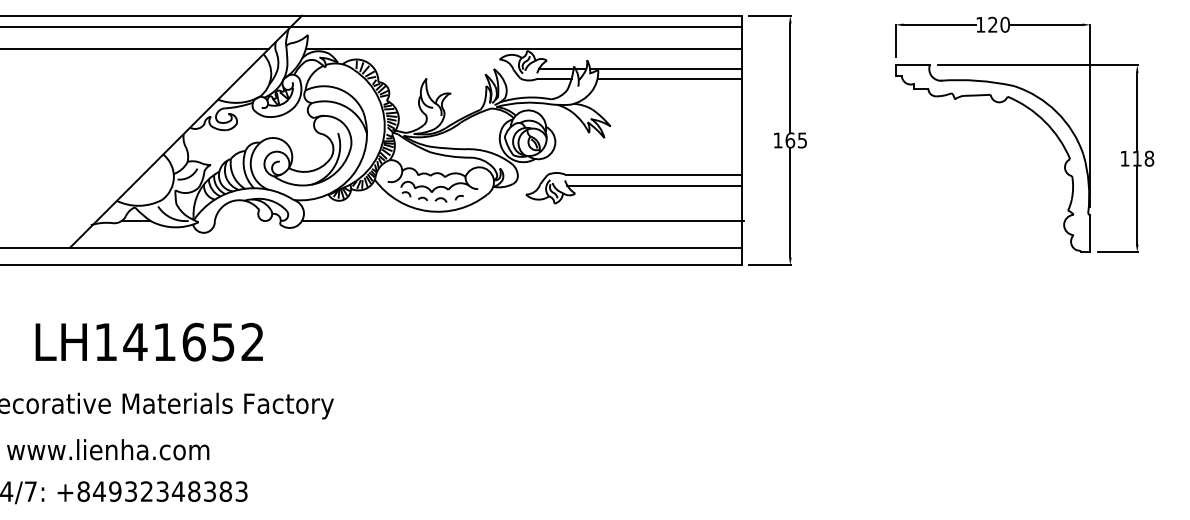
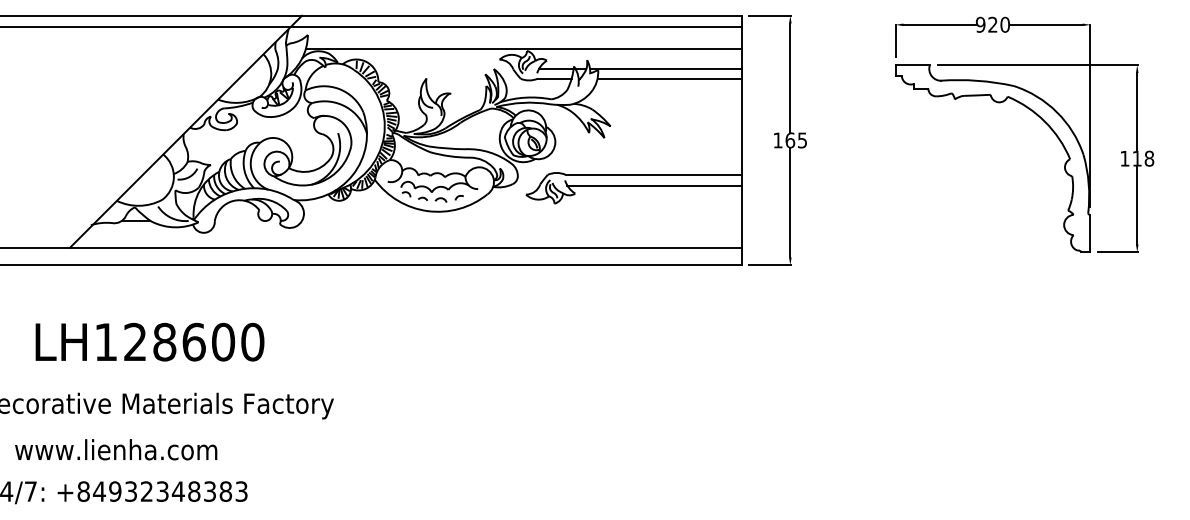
text at (980, 24): 120 -> 920
line at (135, 48): present -> none
line at (522, 220): present -> none
text at (193, 341): LH141652 -> LH128600
text at (108, 449) position: (108, 449) -> (116, 449)
